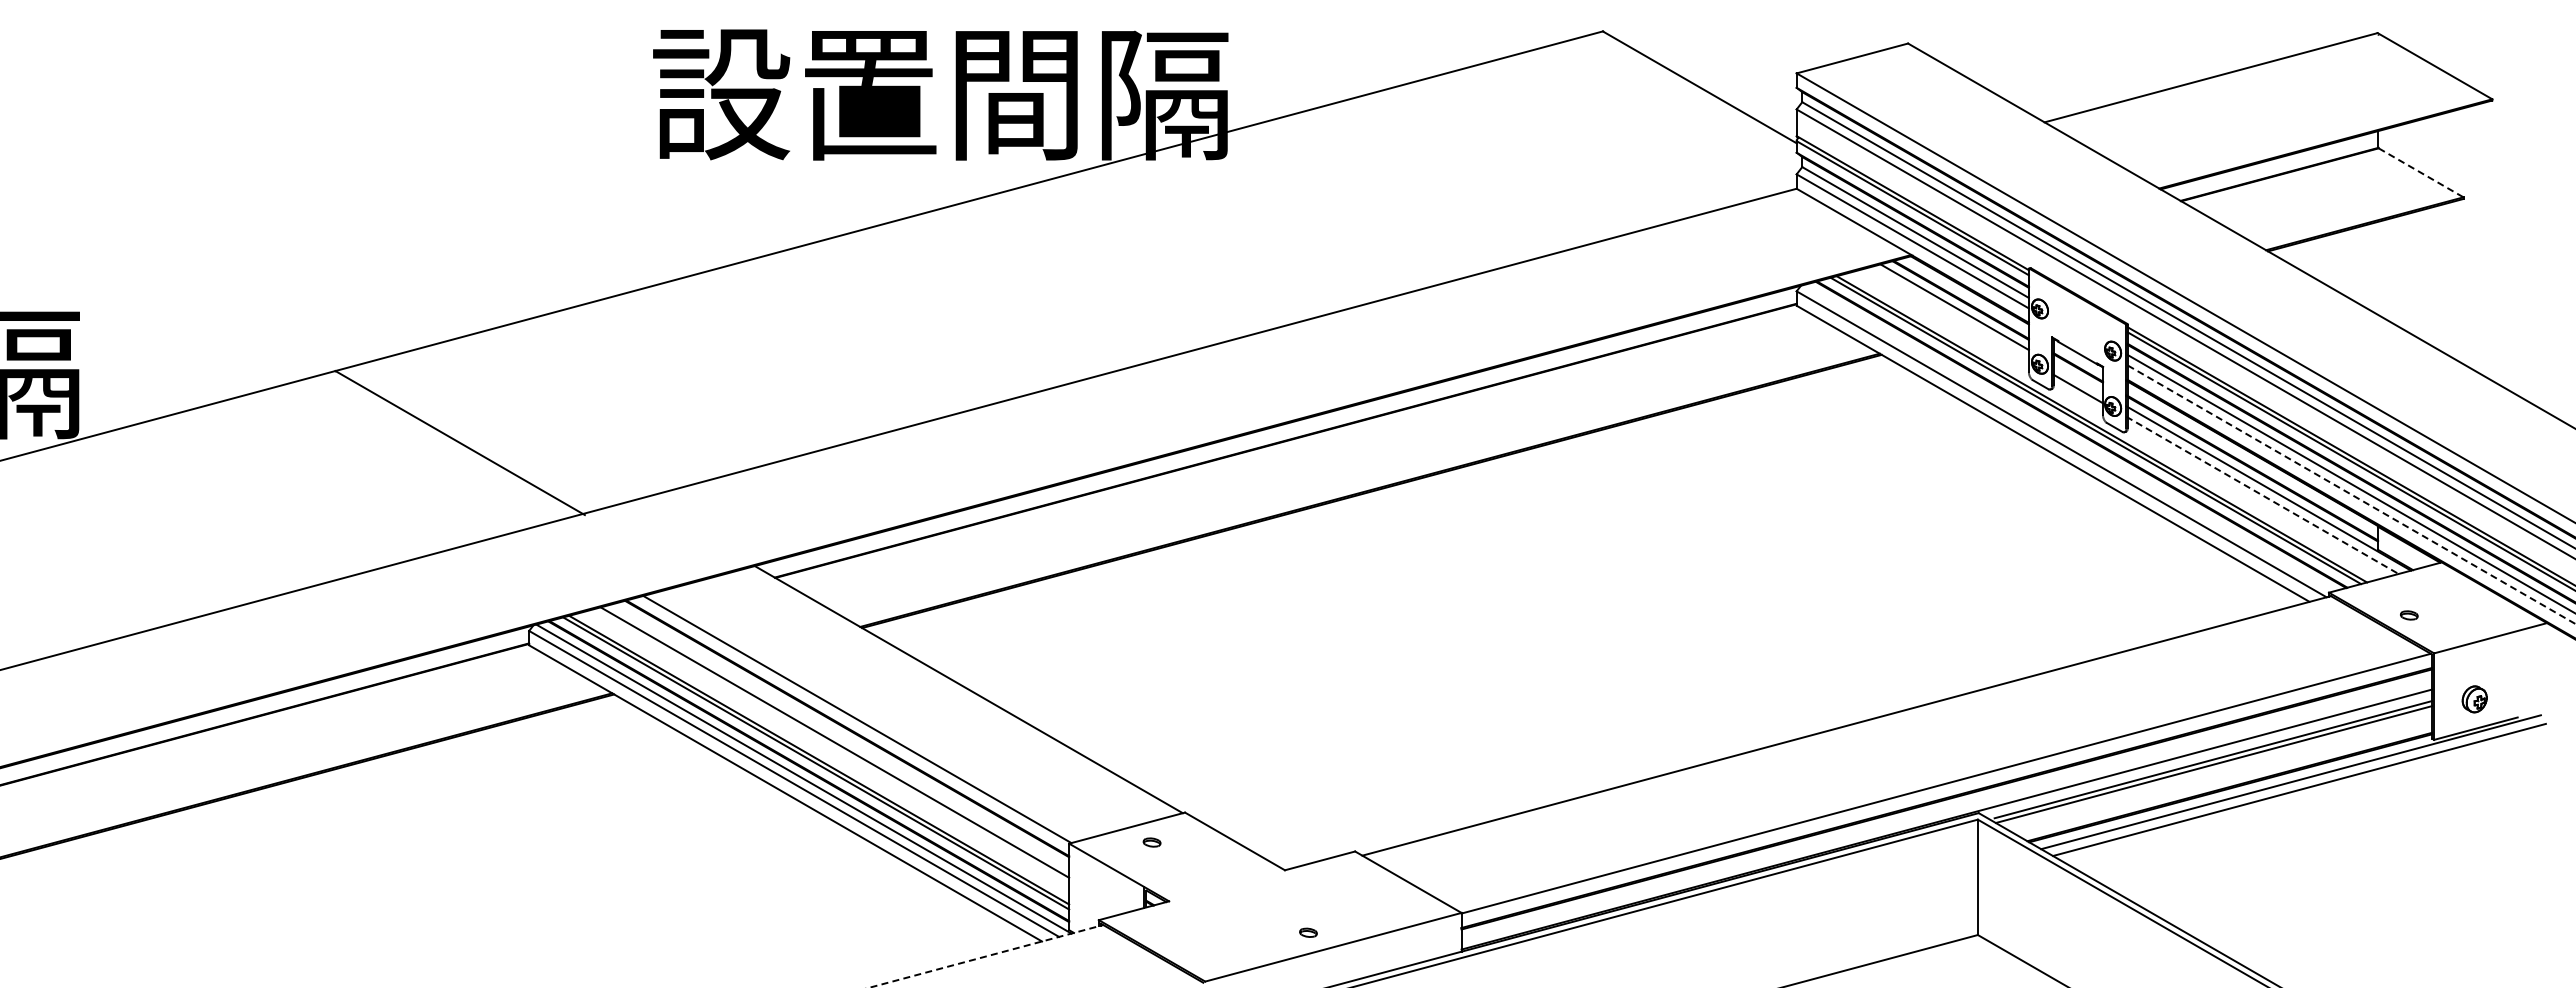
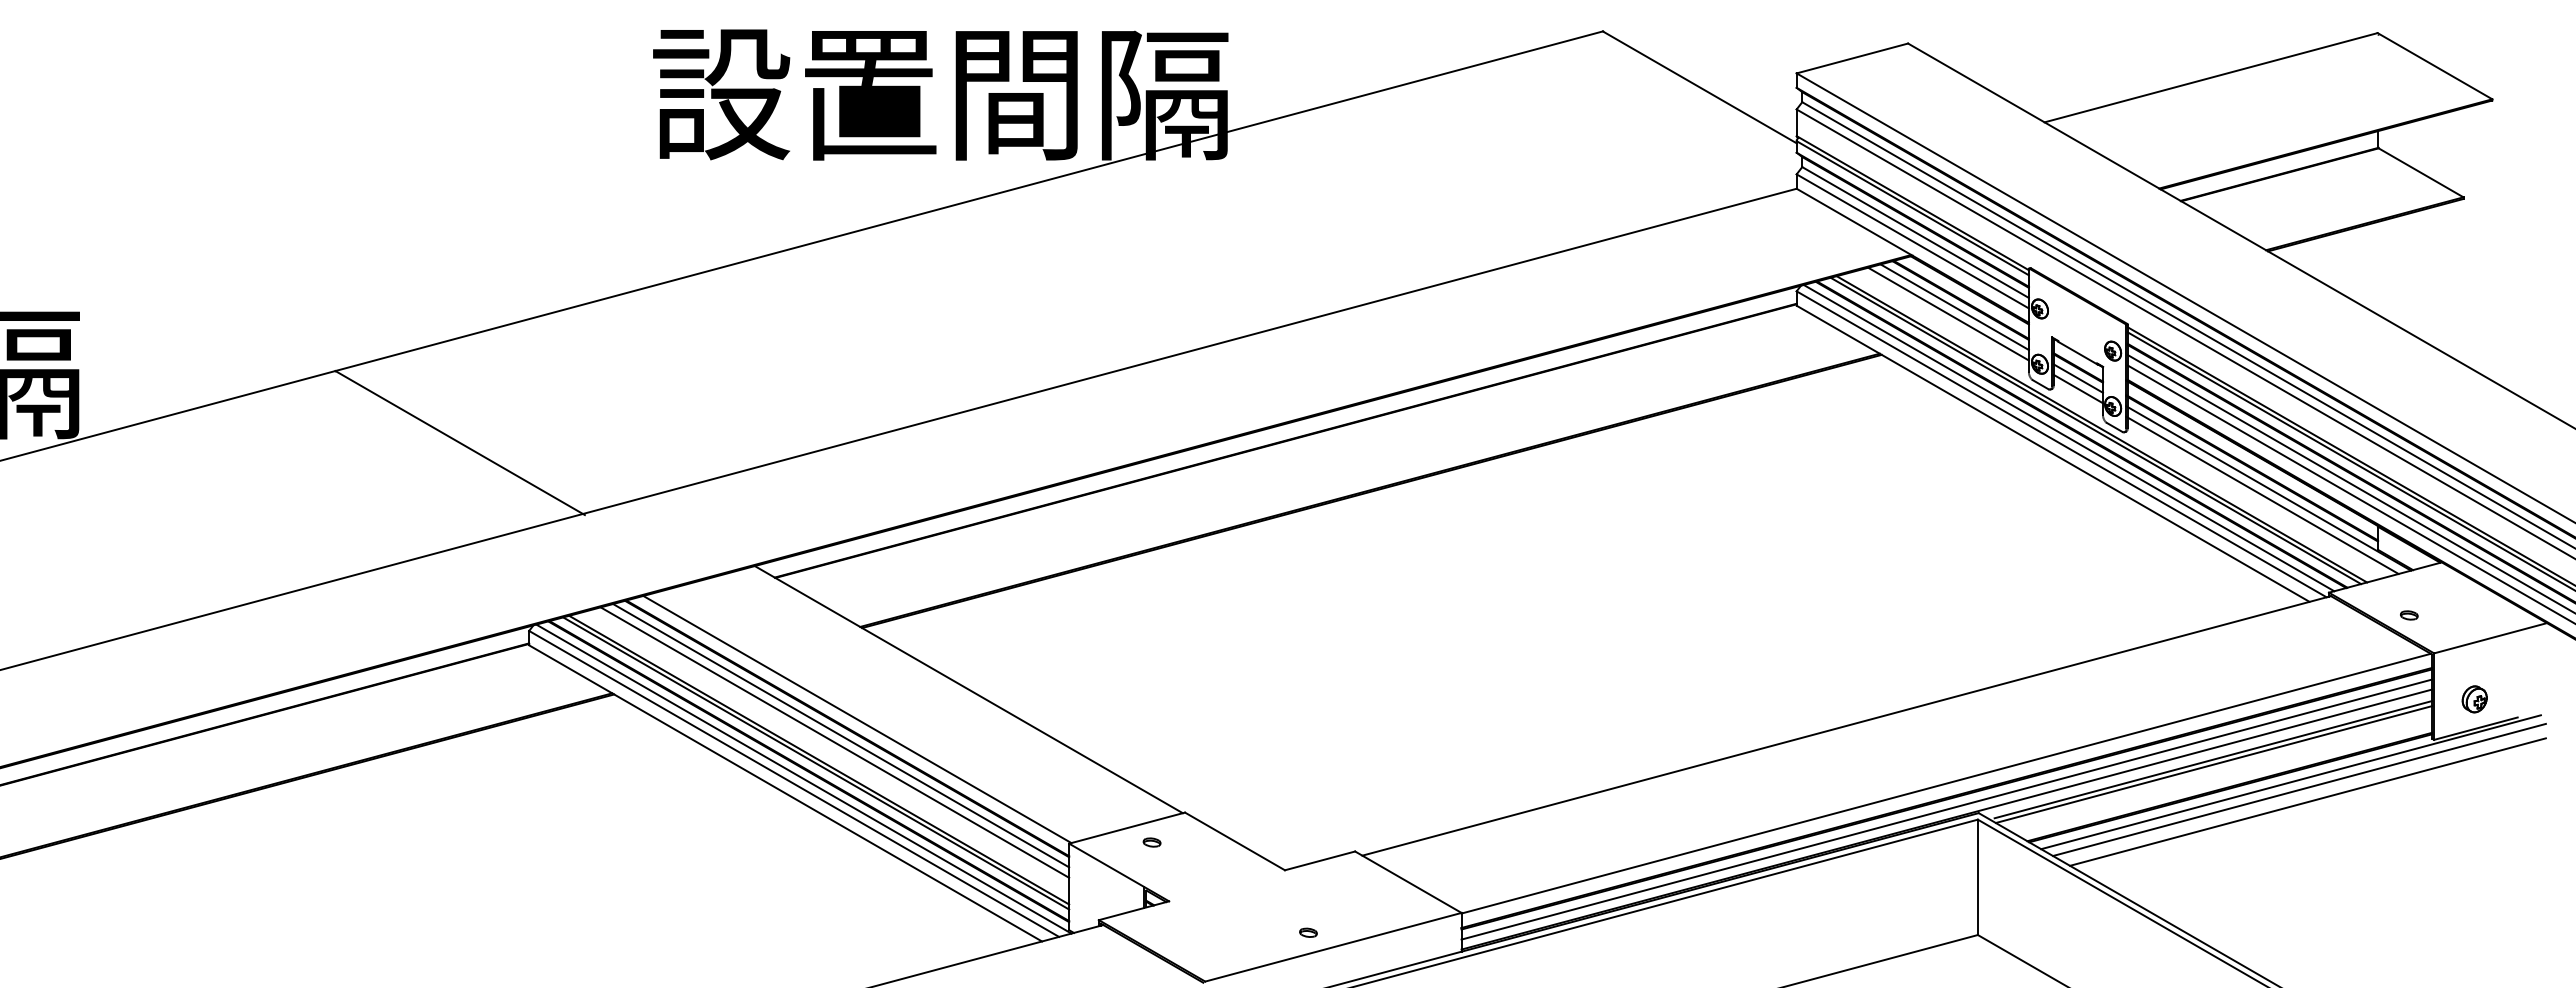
line at (2421, 172): dashed -> solid
line at (1948, 313): none -> present
line at (2077, 378): none -> present
line at (2068, 438): none -> present
line at (2262, 495): dashed -> solid
line at (2352, 495): dashed -> solid
line at (841, 735): none -> present
line at (2307, 801): none -> present
line at (1946, 809): none -> present
line at (986, 956): dashed -> solid
